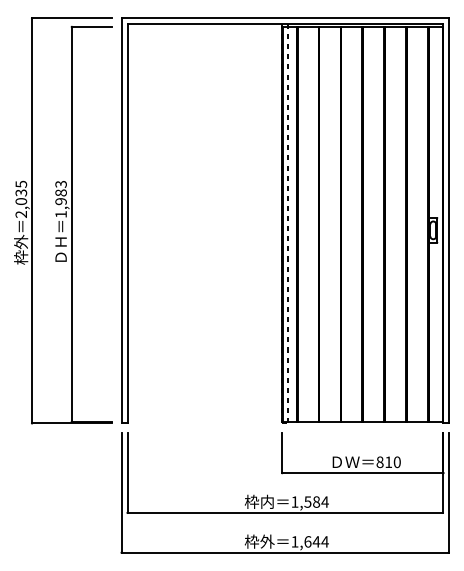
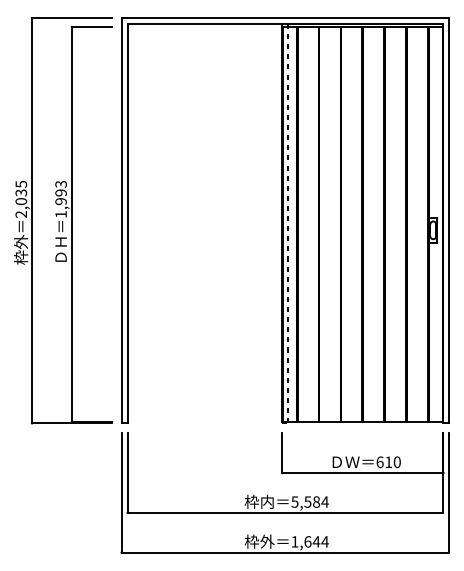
text at (60, 192): 1,983 -> 1,993
text at (379, 461): 810 -> 610
text at (294, 501): 1,584 -> 5,584
